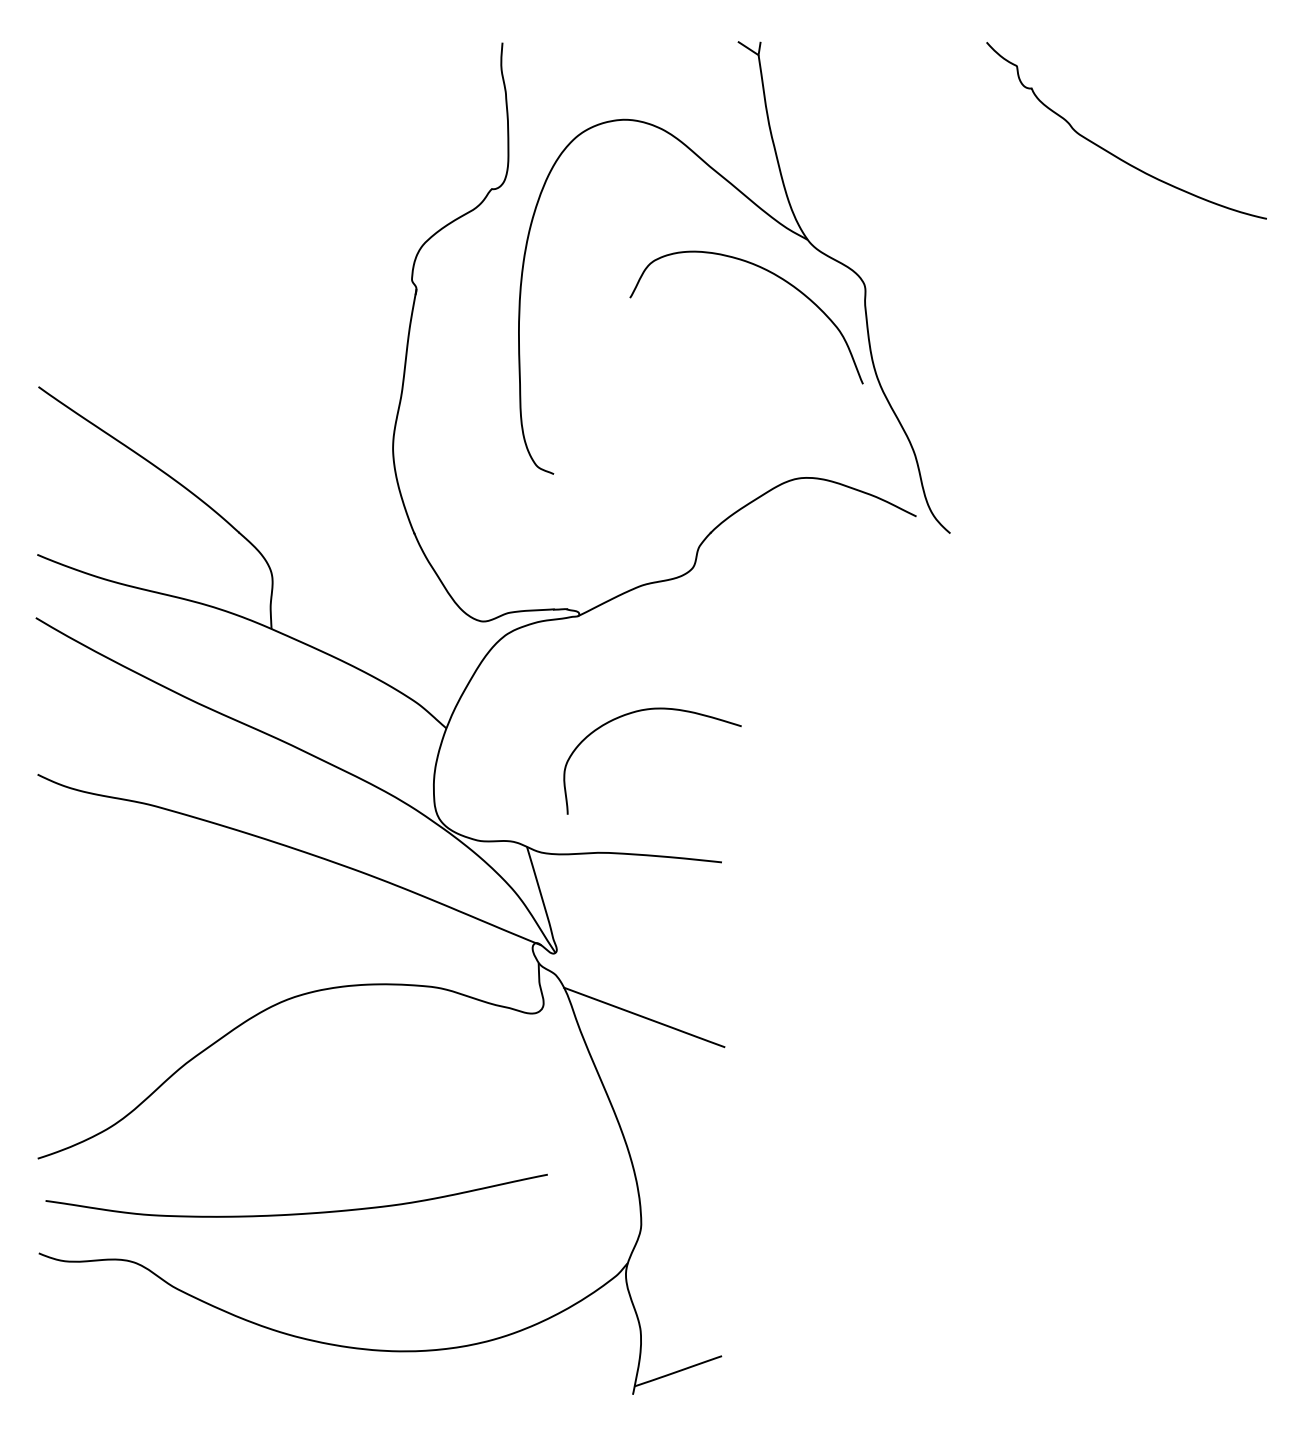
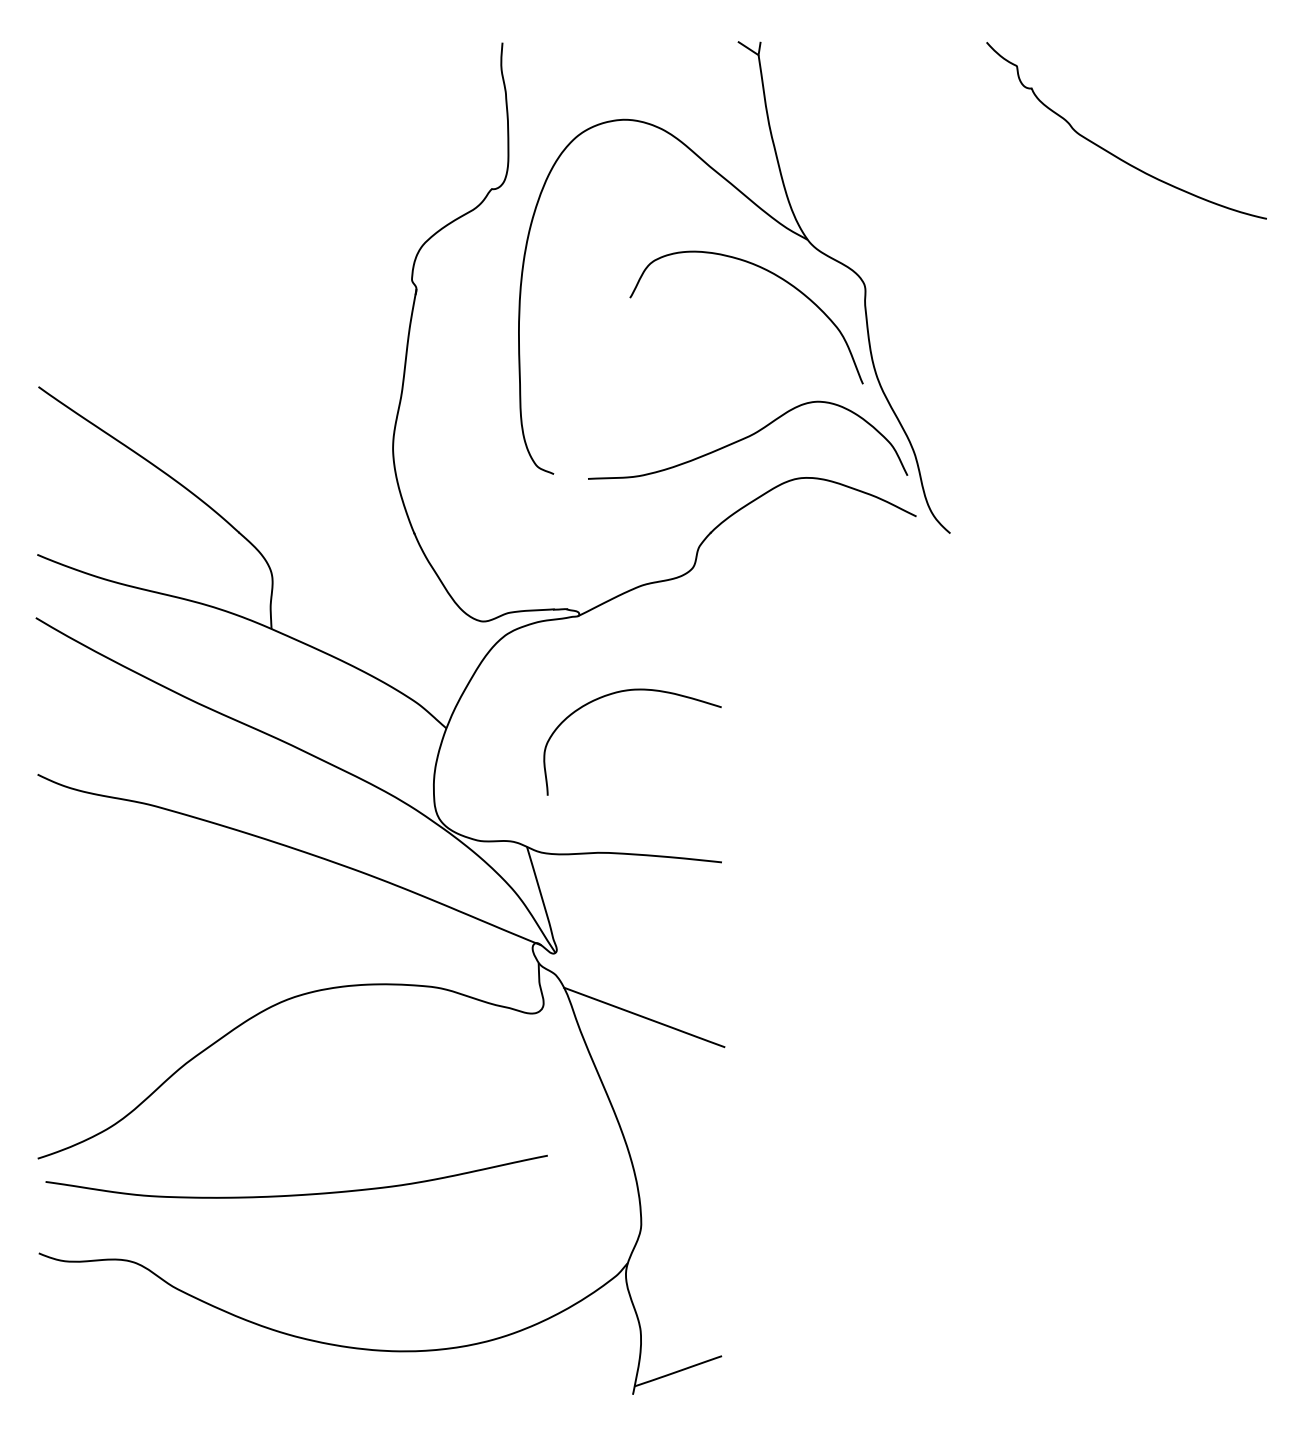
curve at (747, 438): none -> present
curve at (648, 710) position: (648, 710) -> (628, 691)
curve at (296, 1213) position: (296, 1213) -> (296, 1194)
